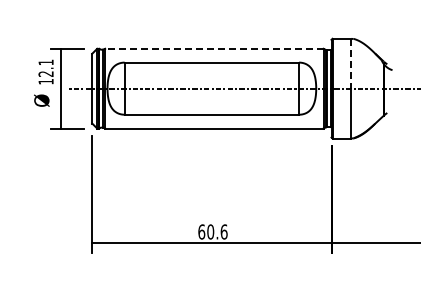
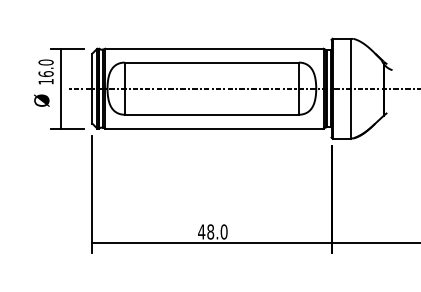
line at (213, 48): dashed -> solid
line at (351, 63): dashed -> solid
text at (45, 67): 12.1 -> 16.0
text at (212, 231): 60.6 -> 48.0
